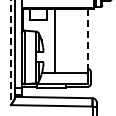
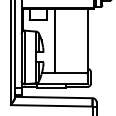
line at (88, 41): dashed -> solid
line at (10, 53): dashed -> solid
